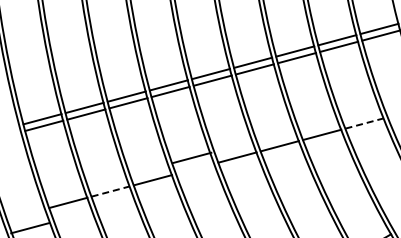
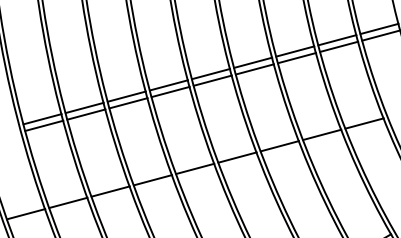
line at (364, 123): dashed -> solid
line at (192, 157) position: (192, 157) -> (195, 168)
line at (110, 191): dashed -> solid
line at (30, 228) position: (30, 228) -> (26, 214)
